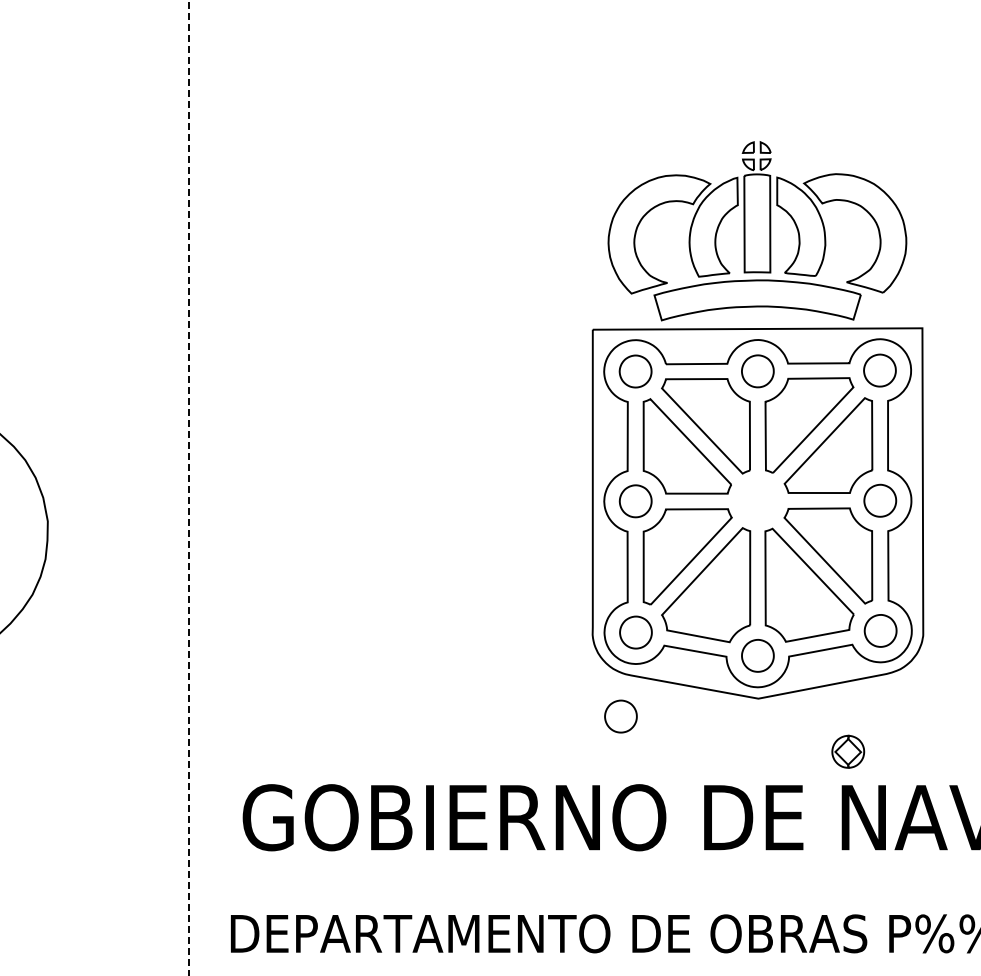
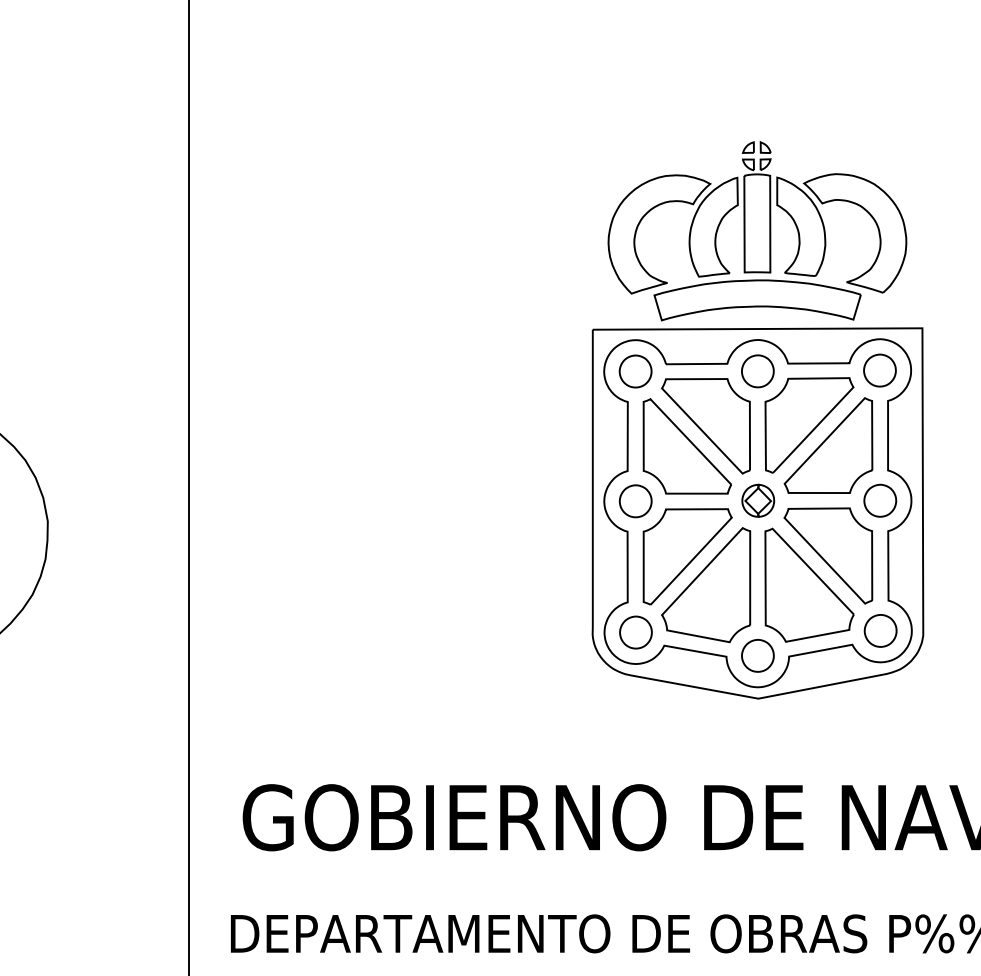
line at (189, 488): dashed -> solid
part at (620, 716): present -> none
part at (848, 751) position: (848, 751) -> (758, 500)
